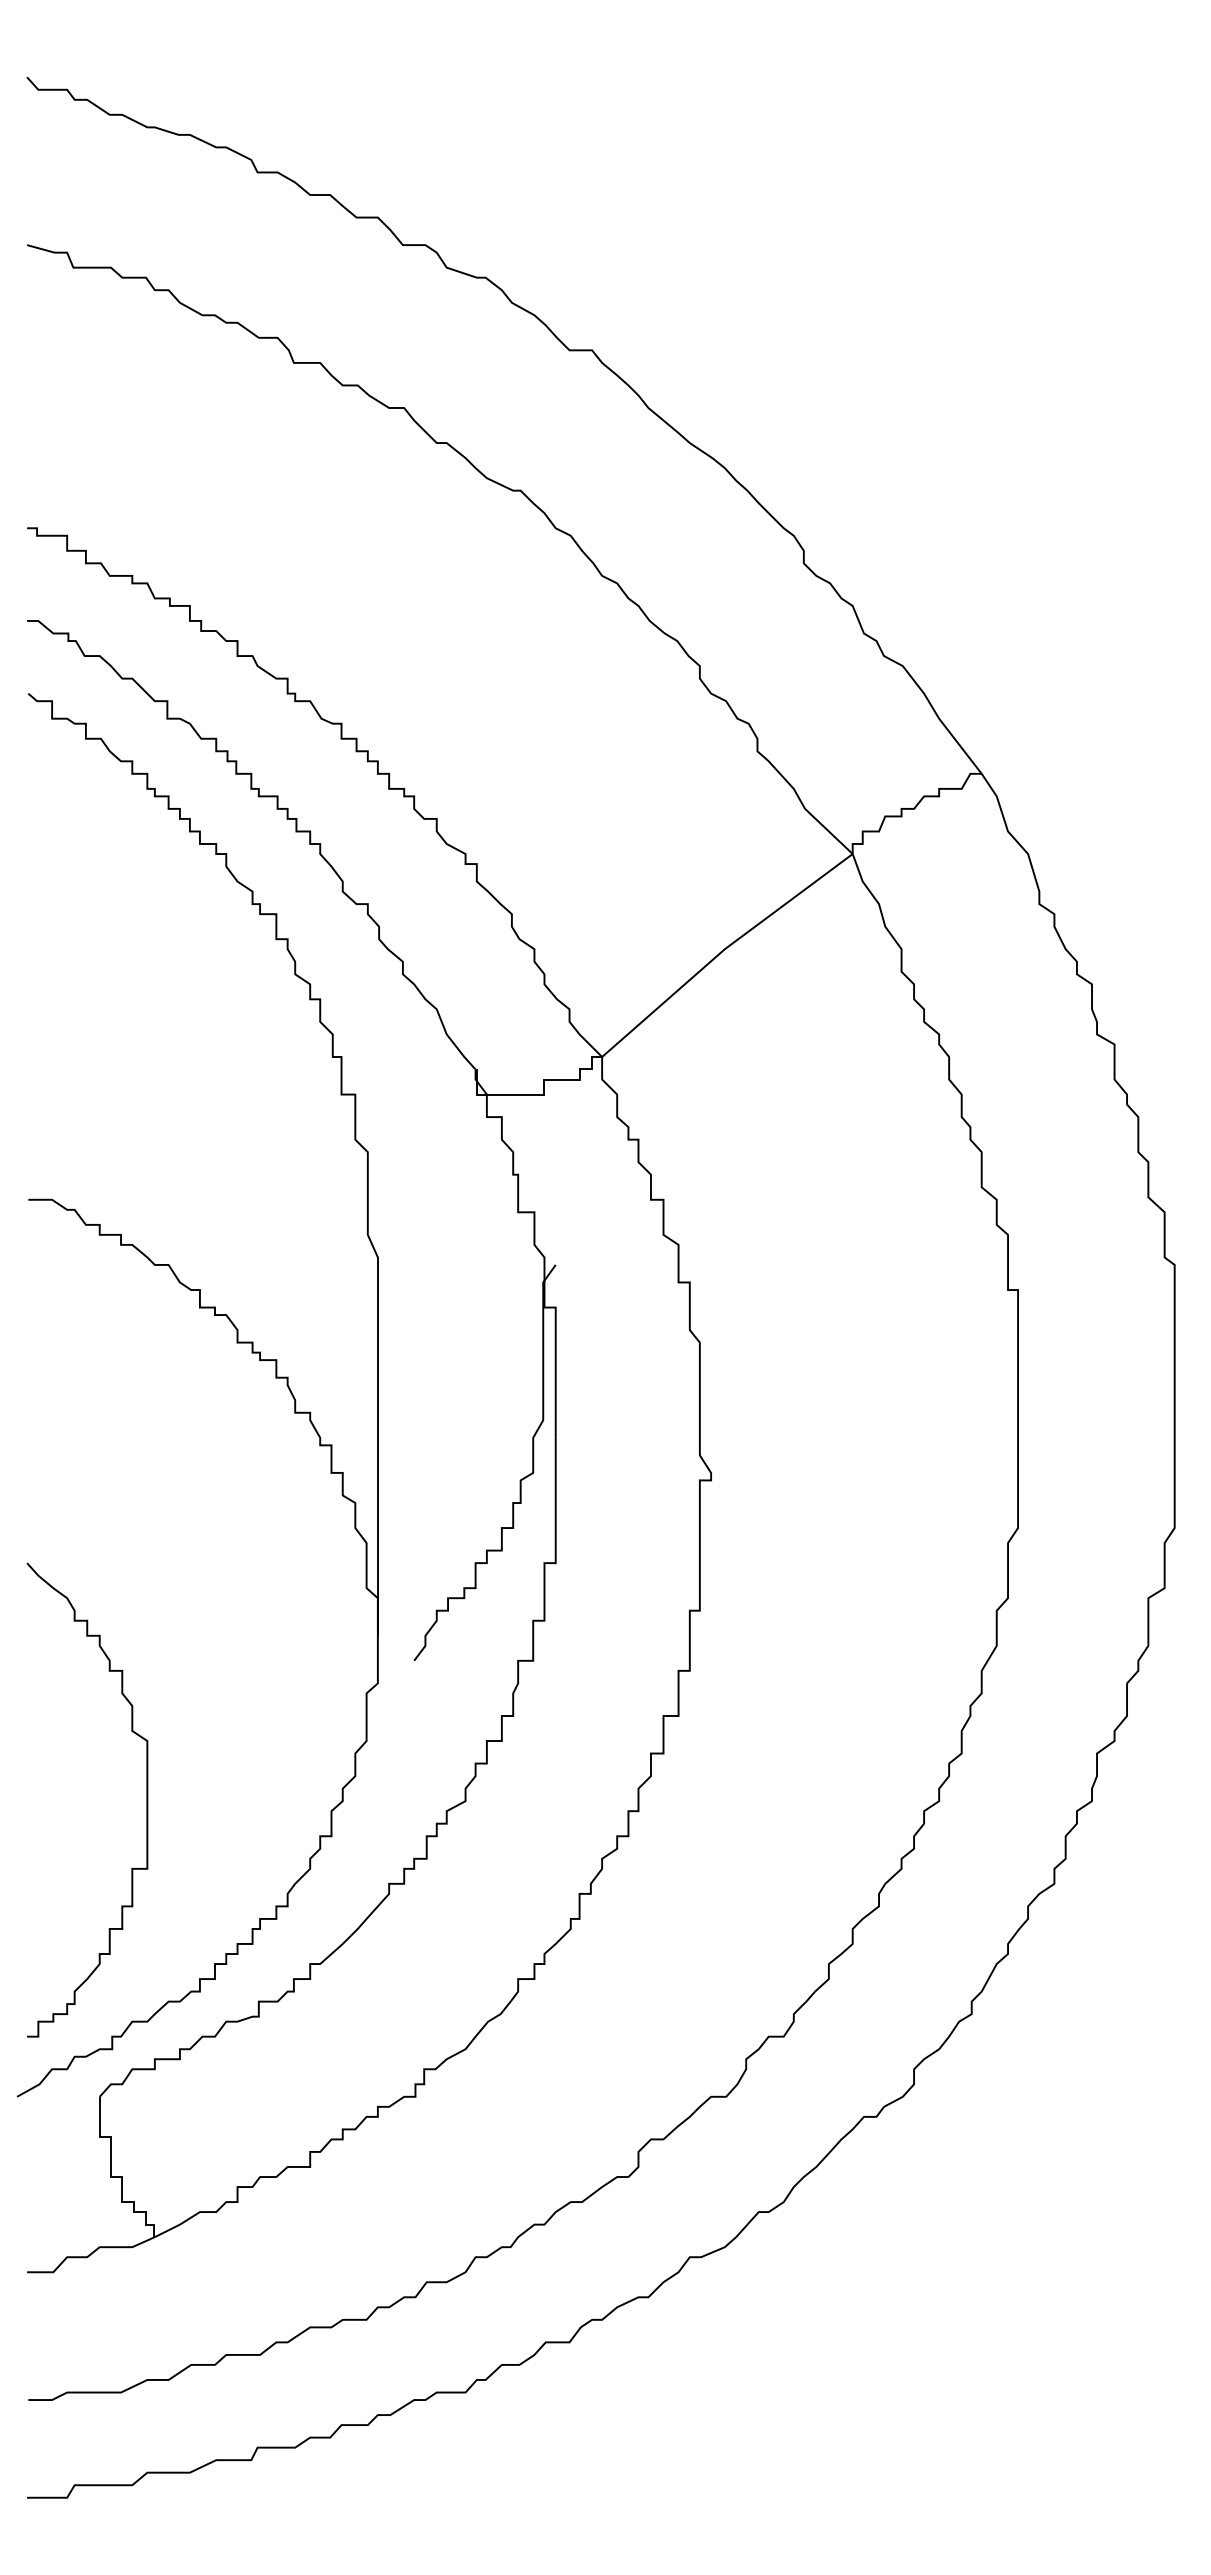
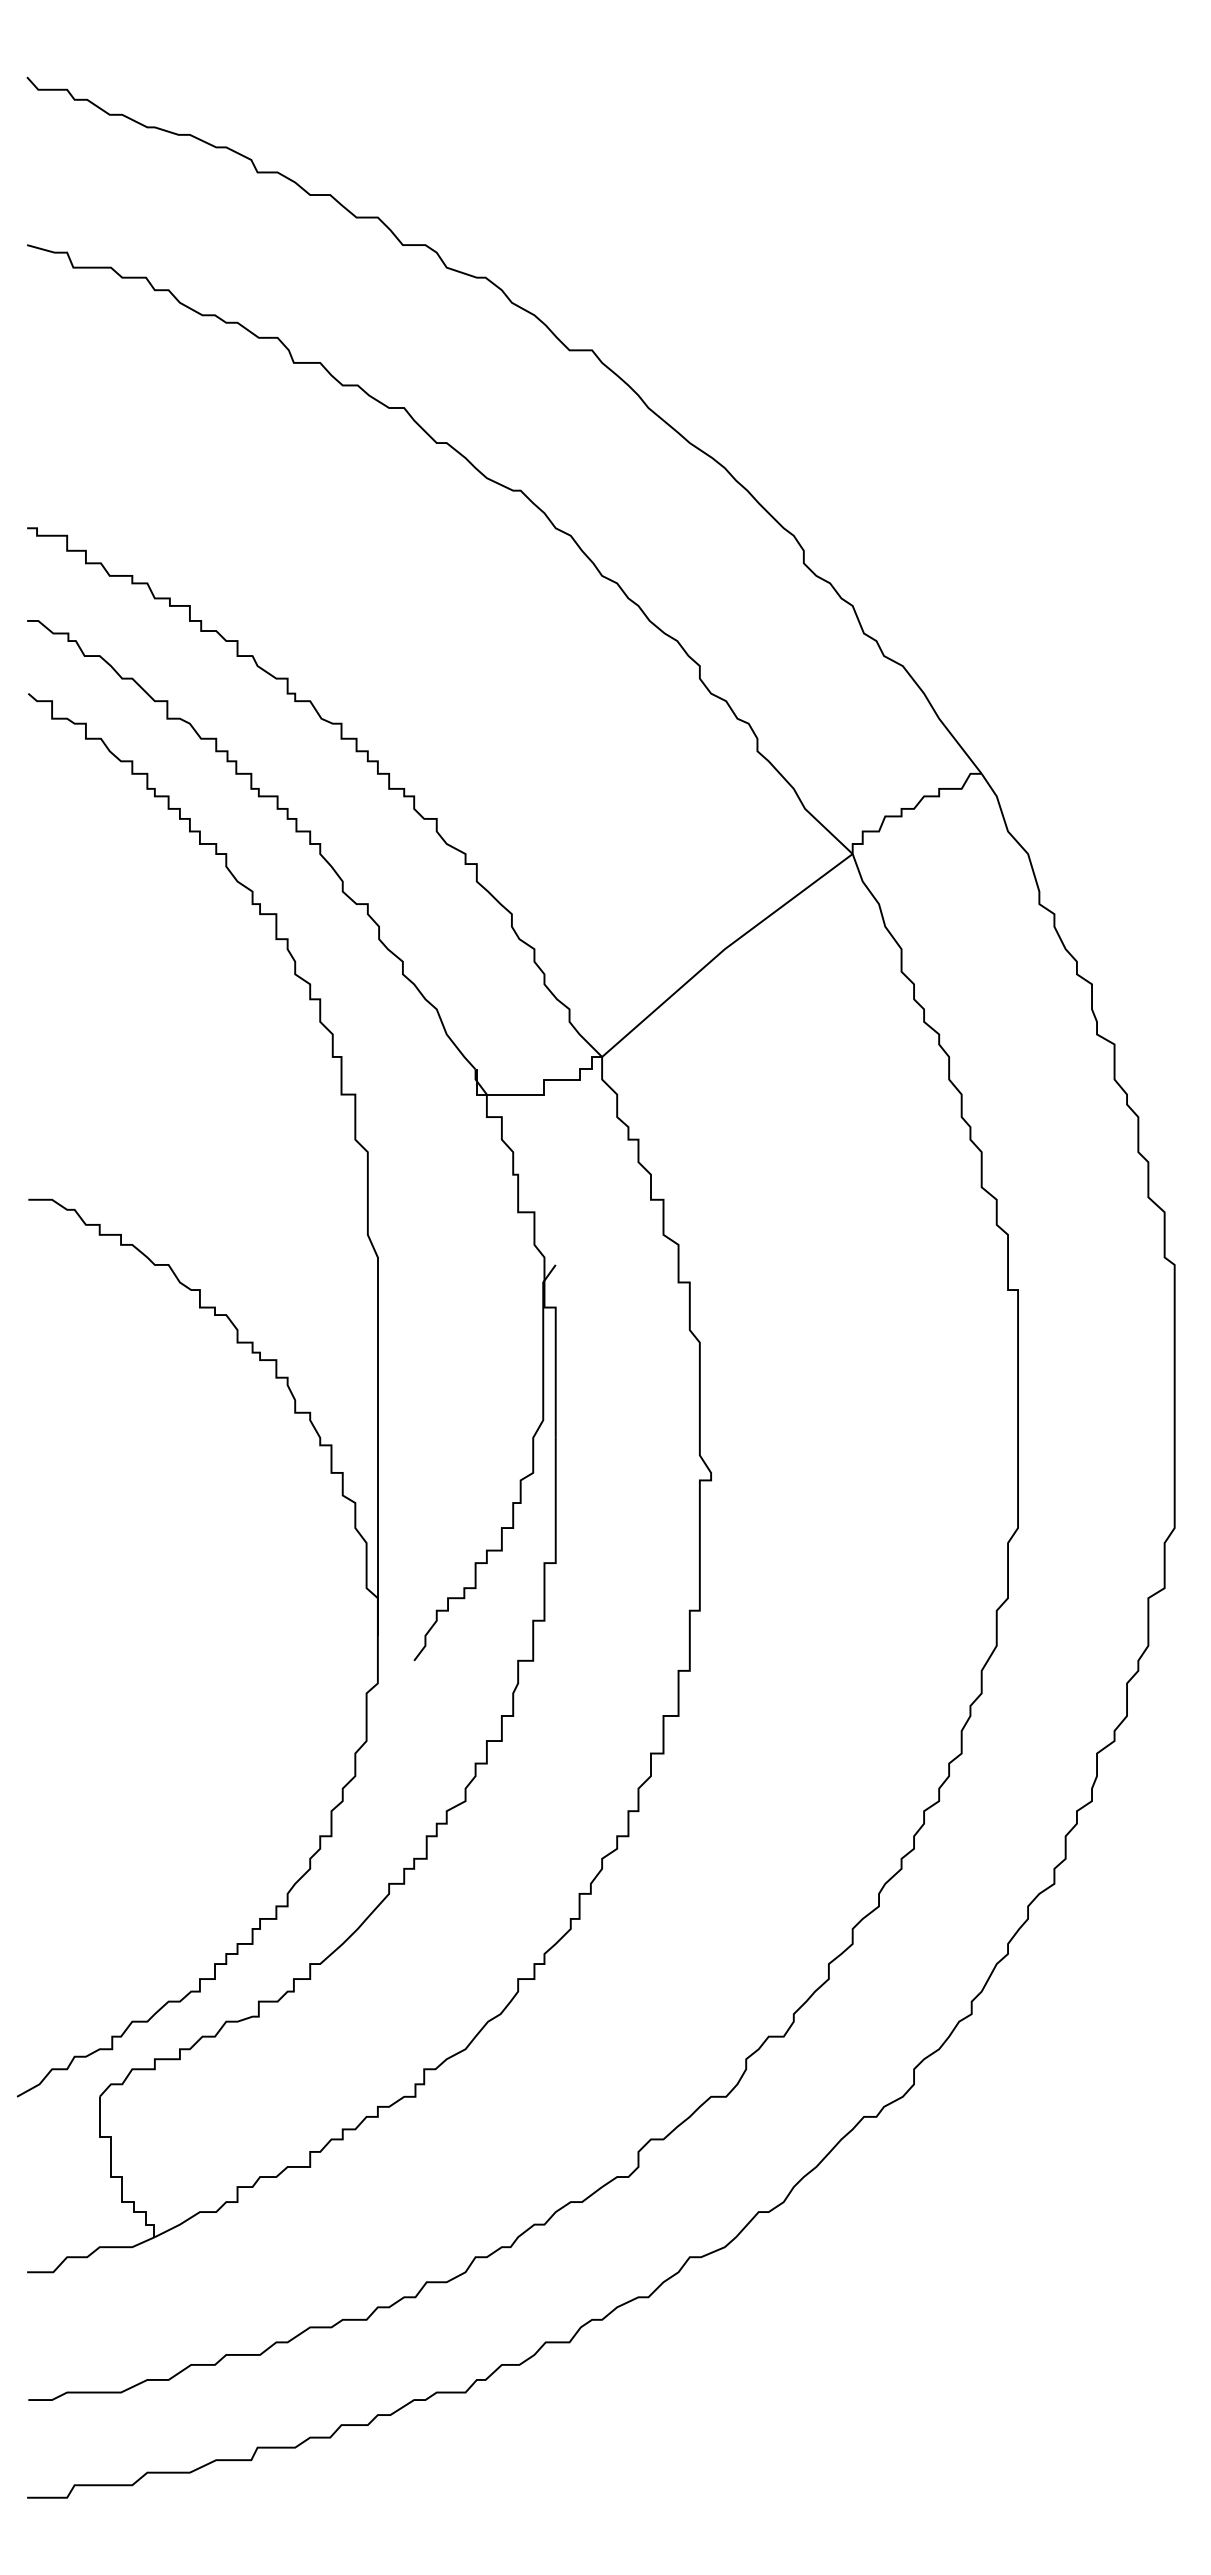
curve at (146, 1799): present -> none
